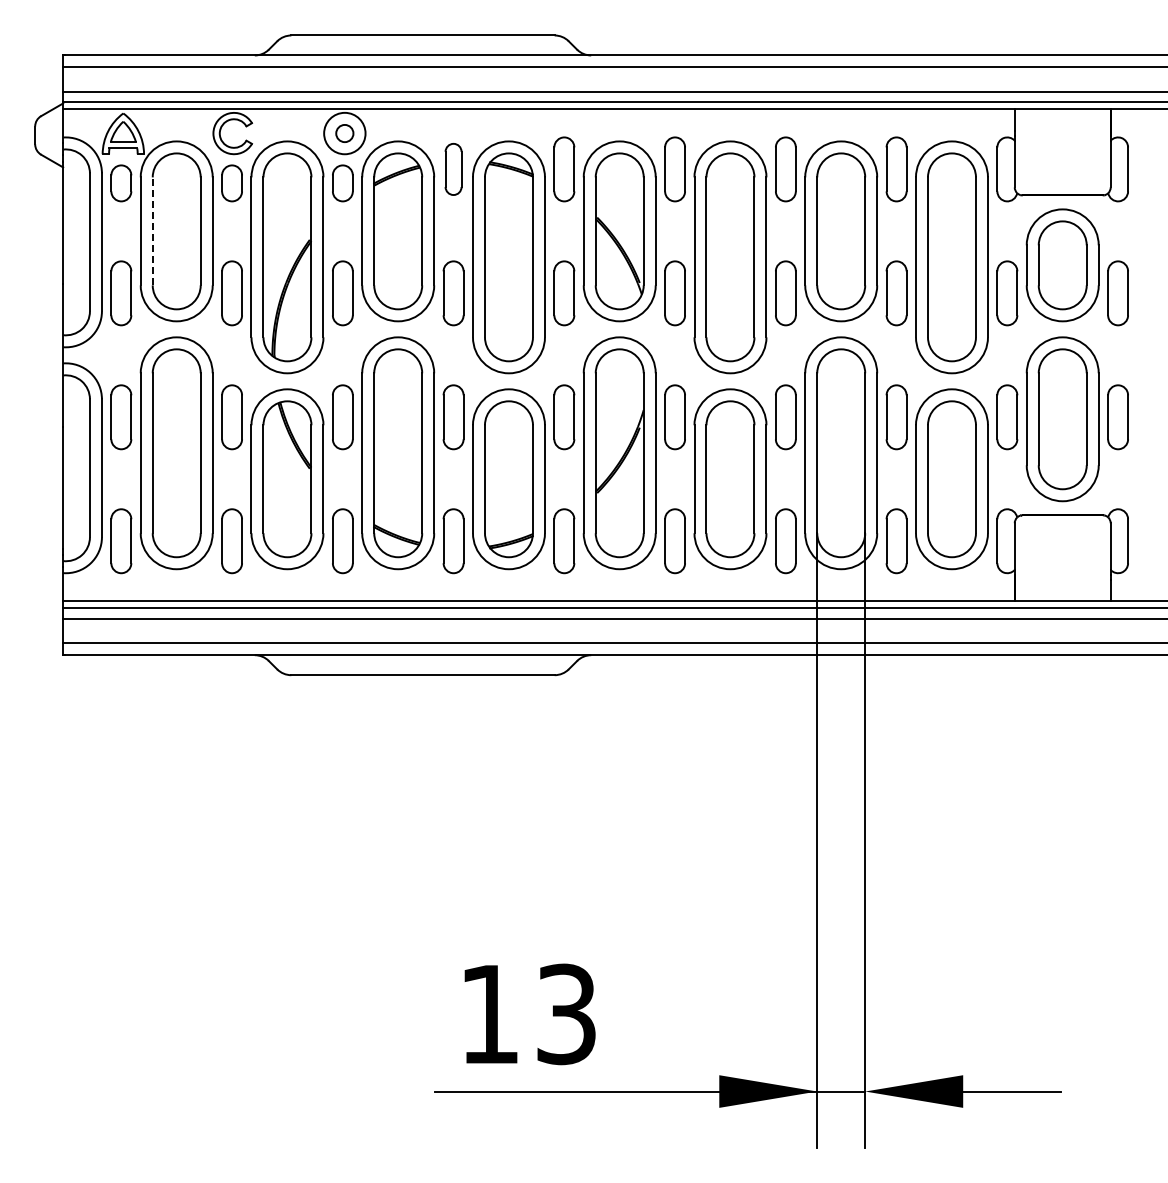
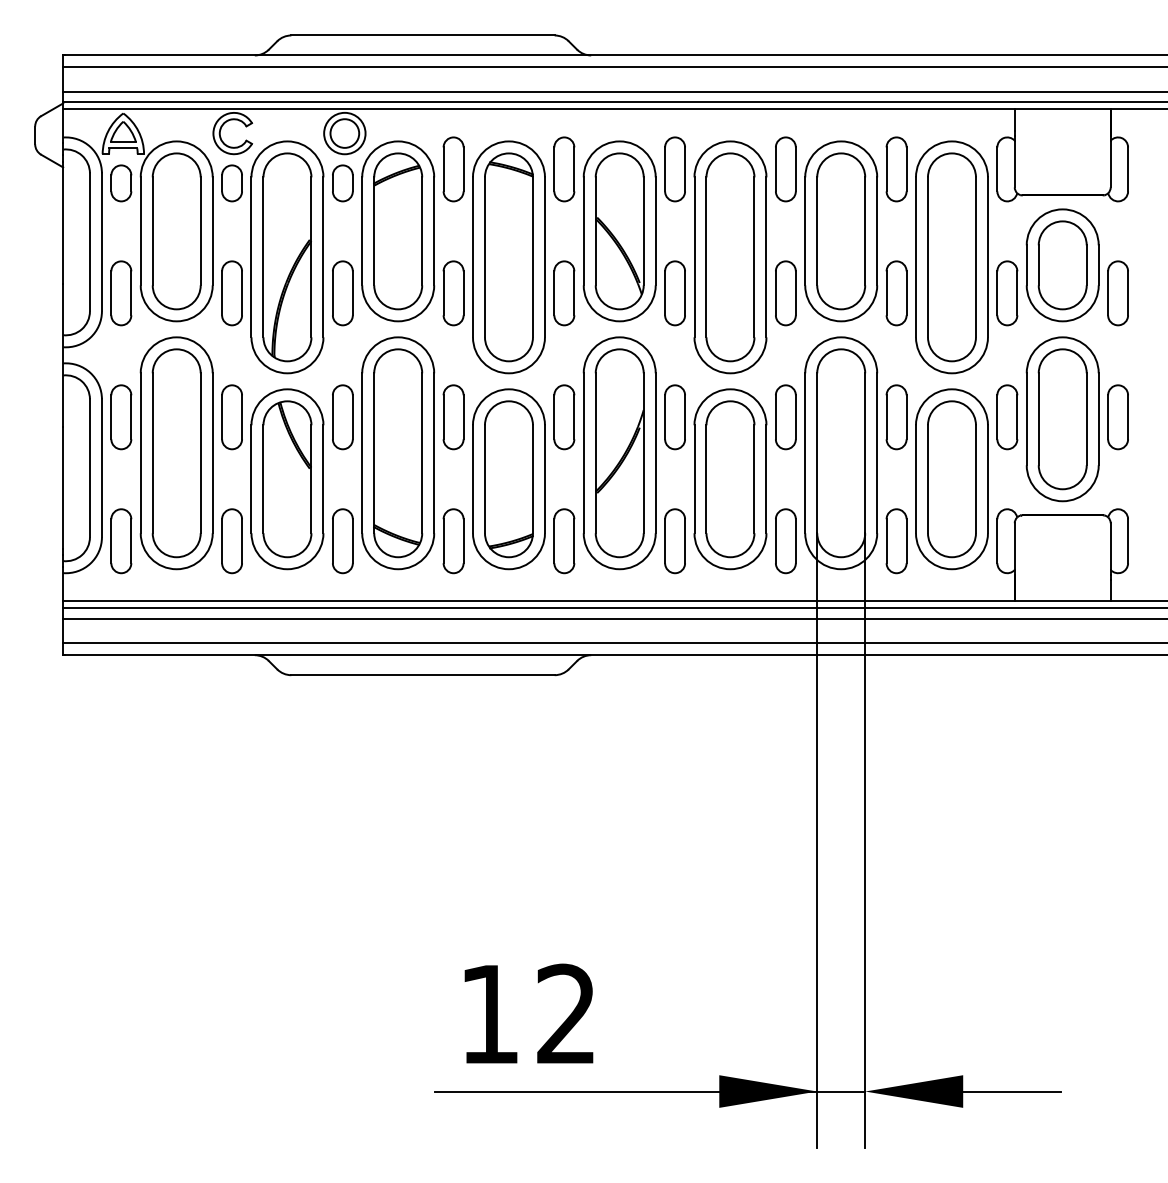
circle at (344, 133) diameter: 17 px -> 29 px
part at (453, 169) size: 19x53 px -> 23x67 px
line at (152, 231): dashed -> solid
text at (566, 1014): 13 -> 12
